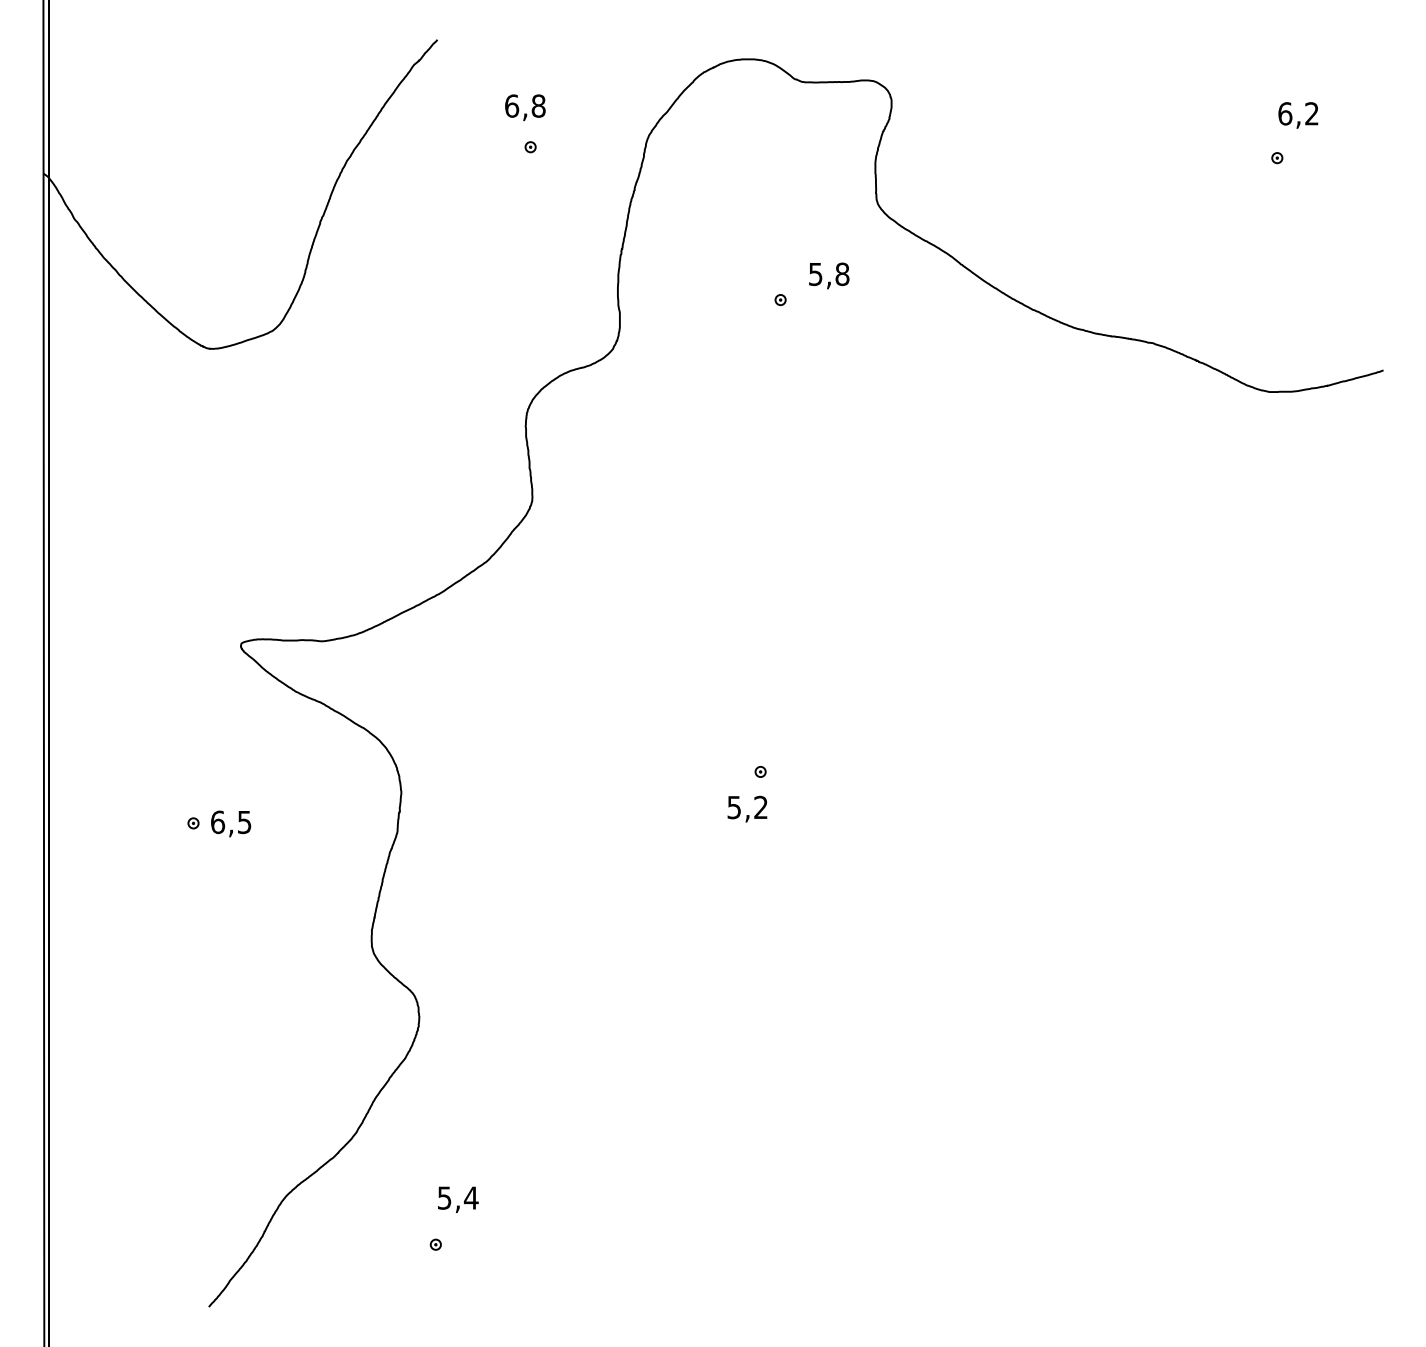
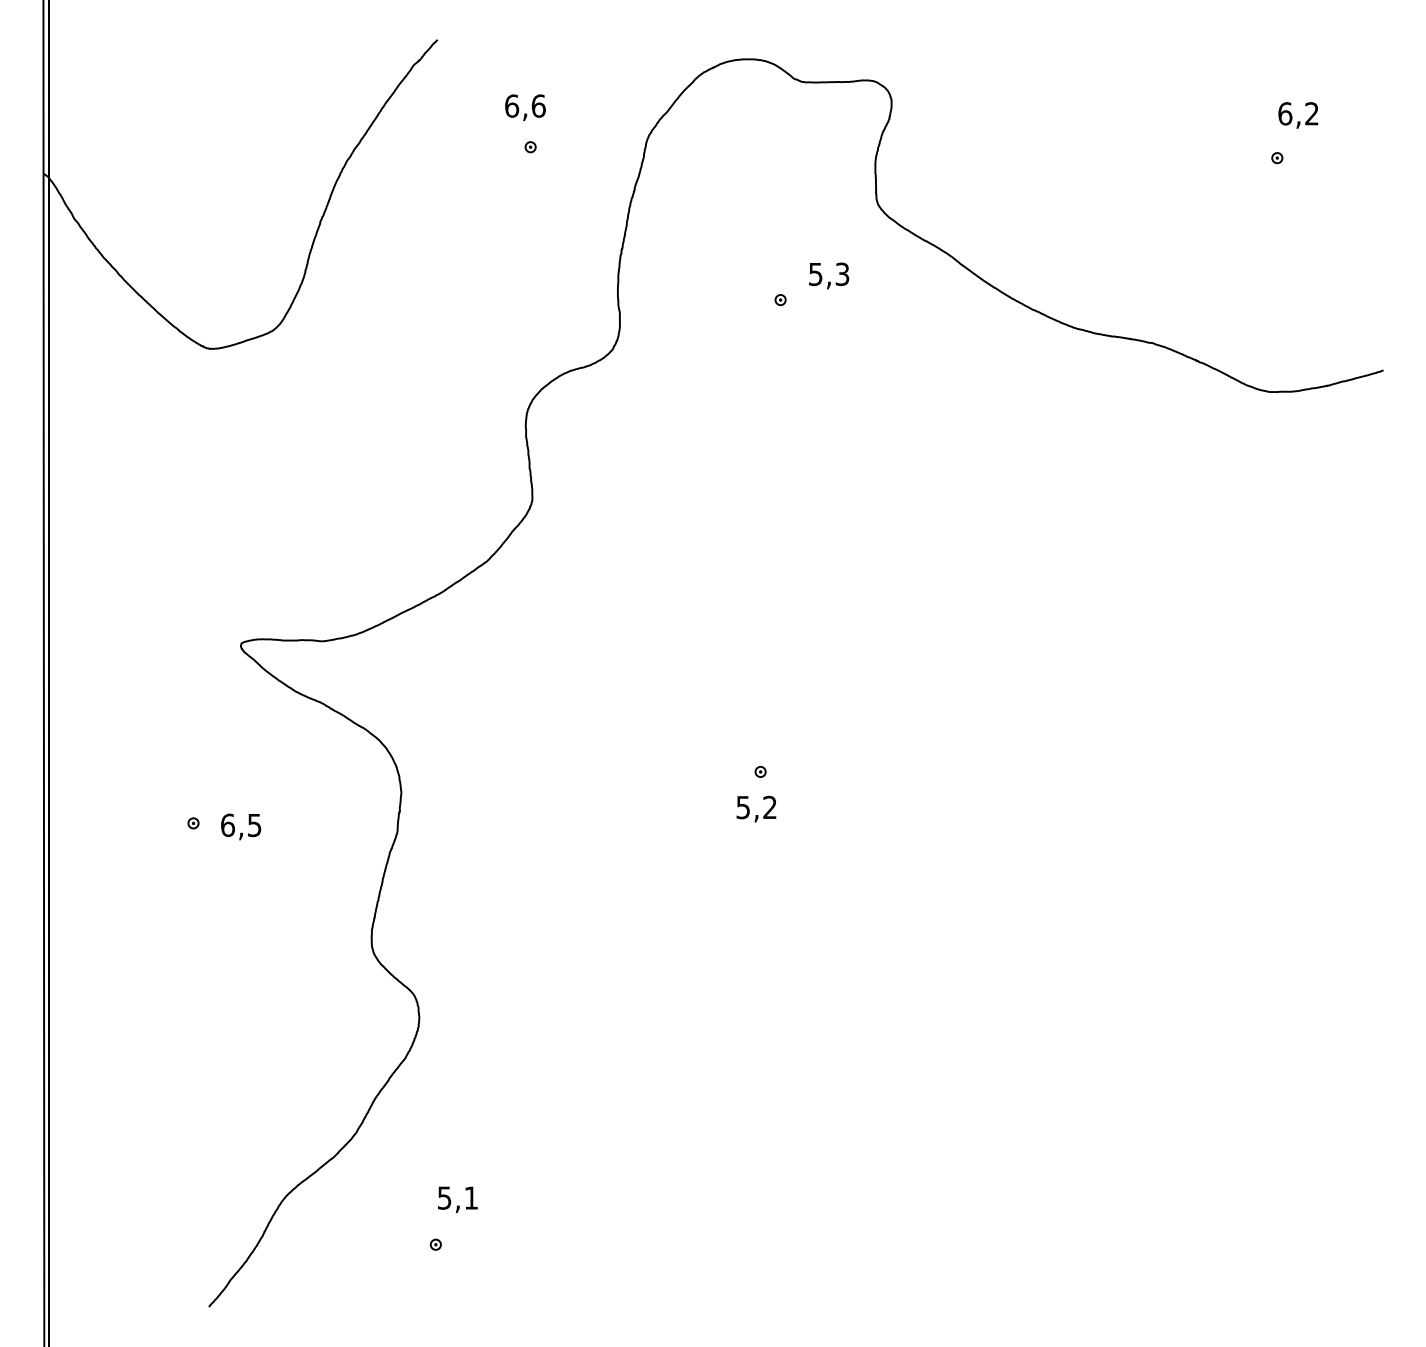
text at (538, 105): 6,8 -> 6,6
text at (842, 273): 5,8 -> 5,3
text at (747, 808) position: (747, 808) -> (756, 808)
text at (231, 823) position: (231, 823) -> (241, 826)
text at (470, 1197): 5,4 -> 5,1
